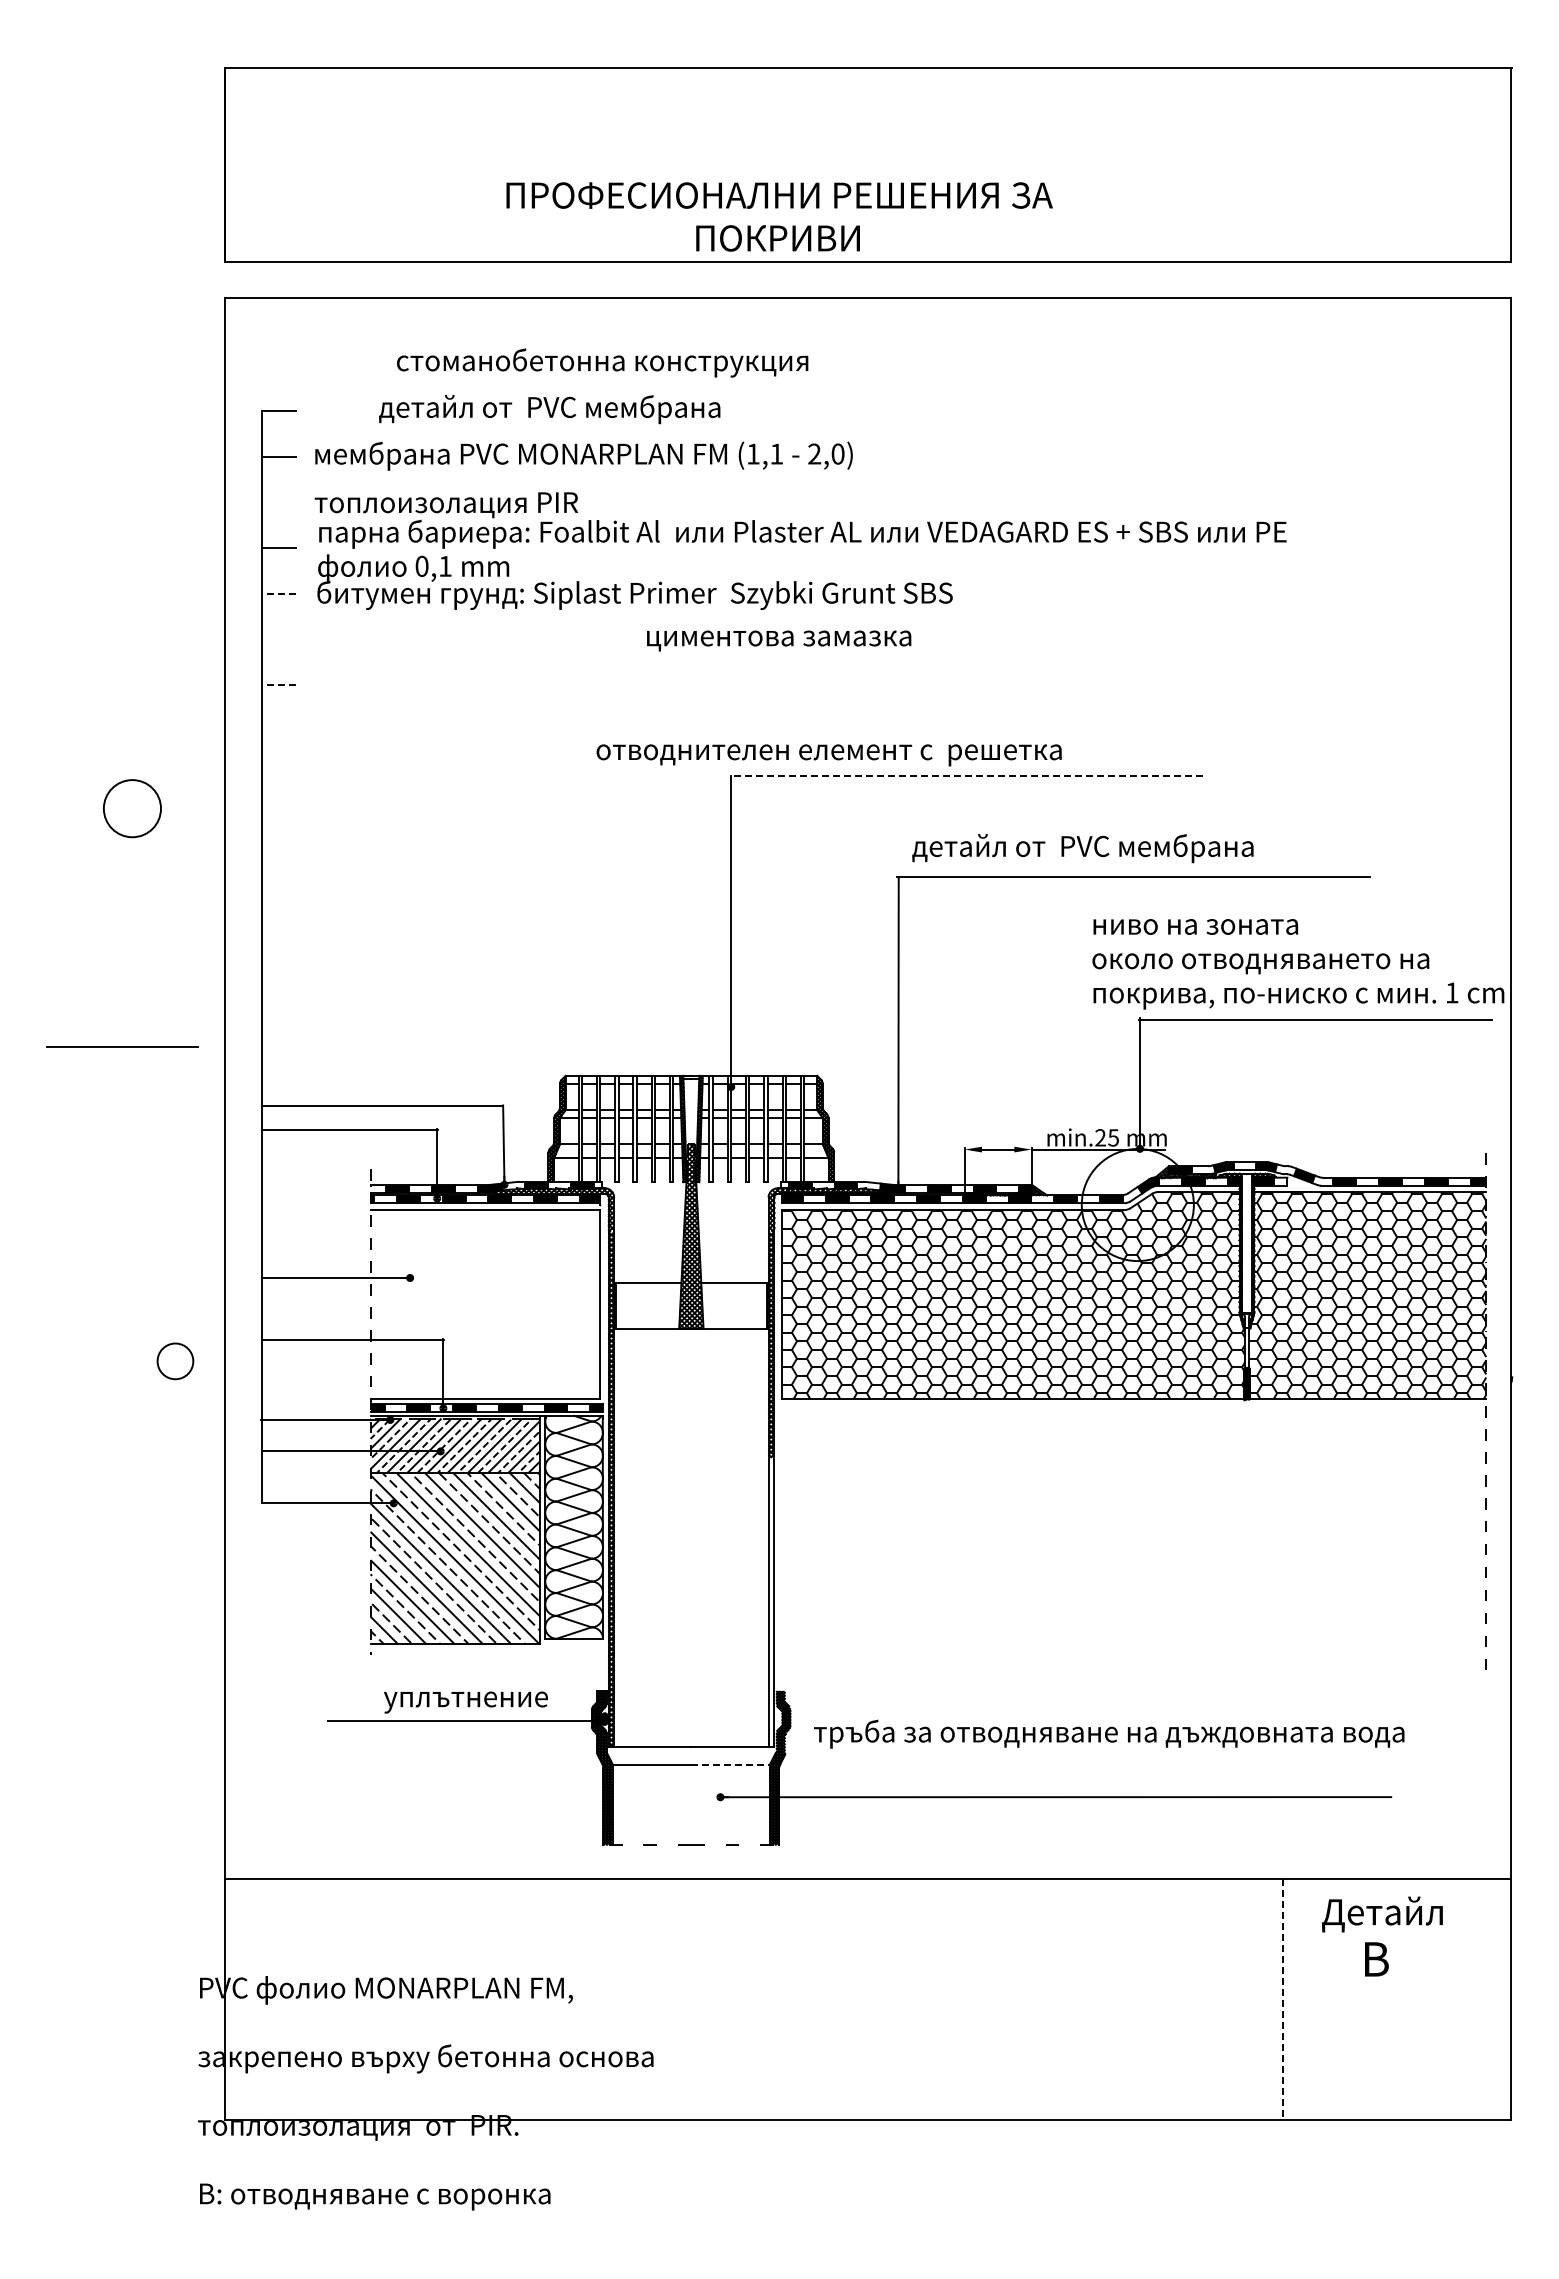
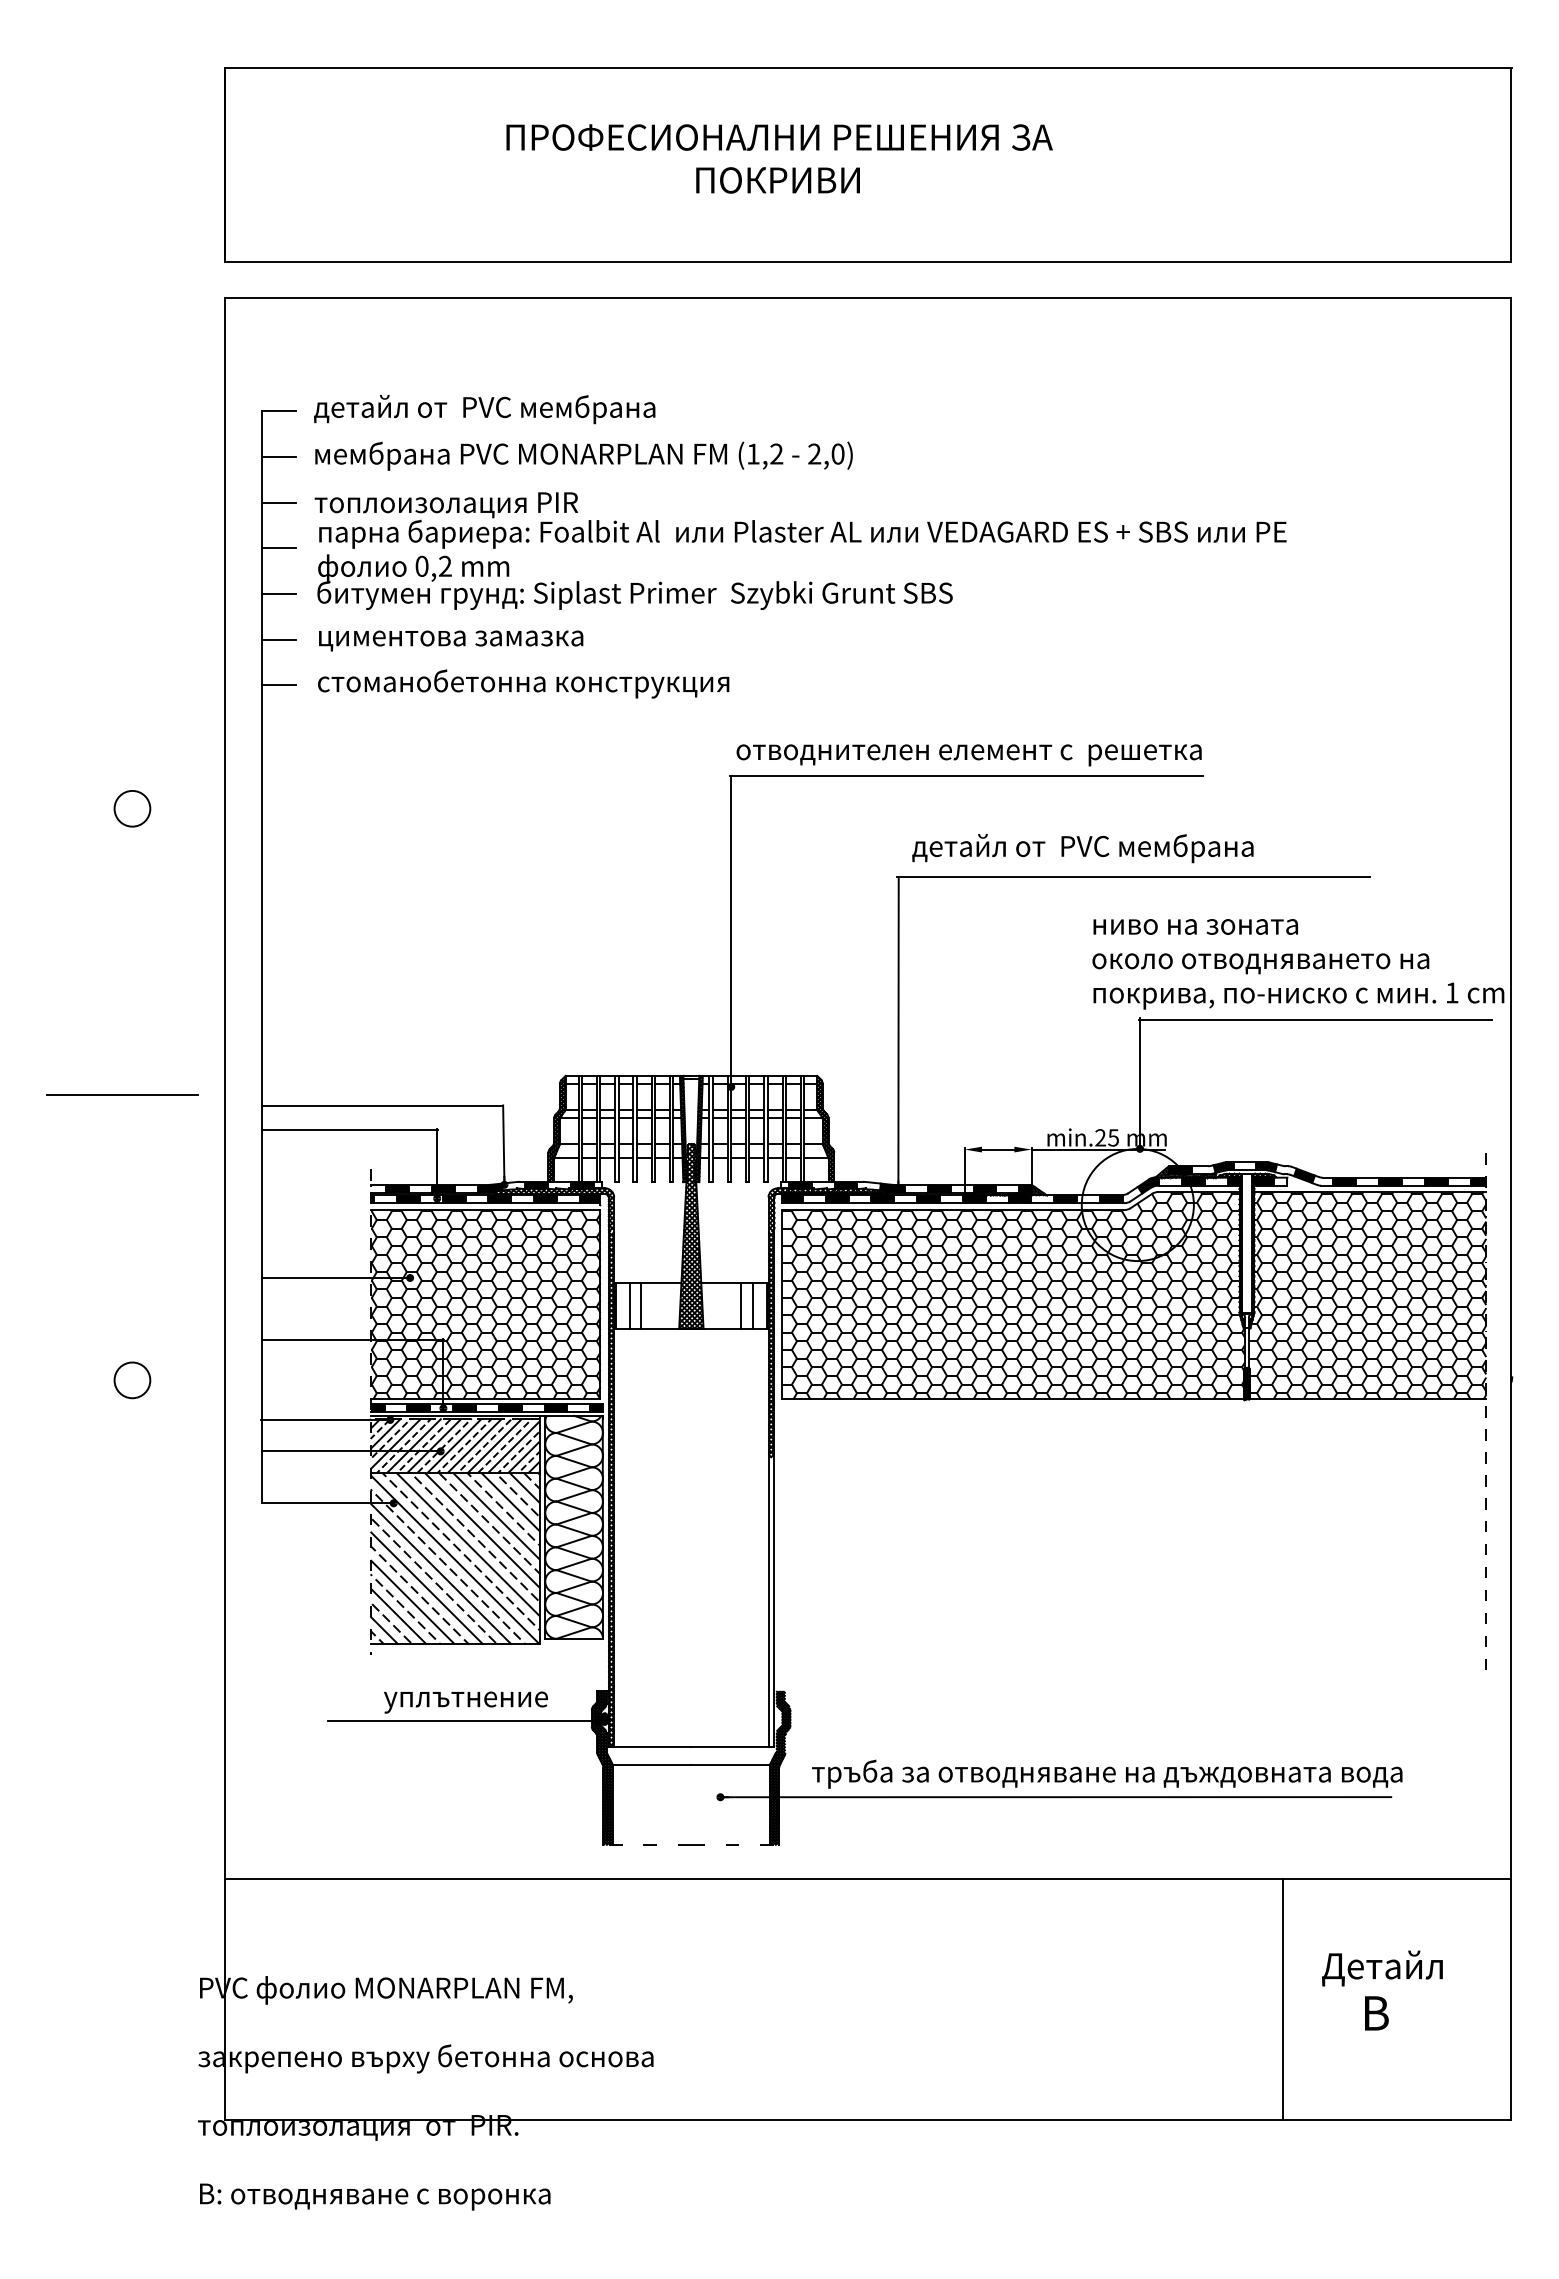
text at (779, 216) position: (779, 216) -> (779, 158)
text at (602, 362) position: (602, 362) -> (523, 683)
text at (549, 409) position: (549, 409) -> (484, 409)
text at (776, 453): (1,1 -> (1,2
line at (278, 502): none -> present
text at (445, 565): 0,1 -> 0,2
line at (278, 594): dashed -> solid
line at (278, 639): none -> present
text at (779, 640) position: (779, 640) -> (451, 640)
line at (278, 685): dashed -> solid
text at (828, 755) position: (828, 755) -> (968, 755)
line at (966, 776): dashed -> solid
circle at (132, 808) size: 59x60 px -> 39x38 px
line at (122, 1046) position: (122, 1046) -> (122, 1094)
hatch at (485, 1304): none -> present
line at (630, 1305): none -> present
line at (641, 1305): none -> present
line at (741, 1305): none -> present
line at (752, 1305): none -> present
circle at (175, 1361) position: (175, 1361) -> (132, 1380)
text at (1109, 1733) position: (1109, 1733) -> (1107, 1773)
line at (731, 1764): dashed -> solid
text at (1382, 1936) position: (1382, 1936) -> (1382, 1990)
line at (1282, 1999): dashed -> solid
